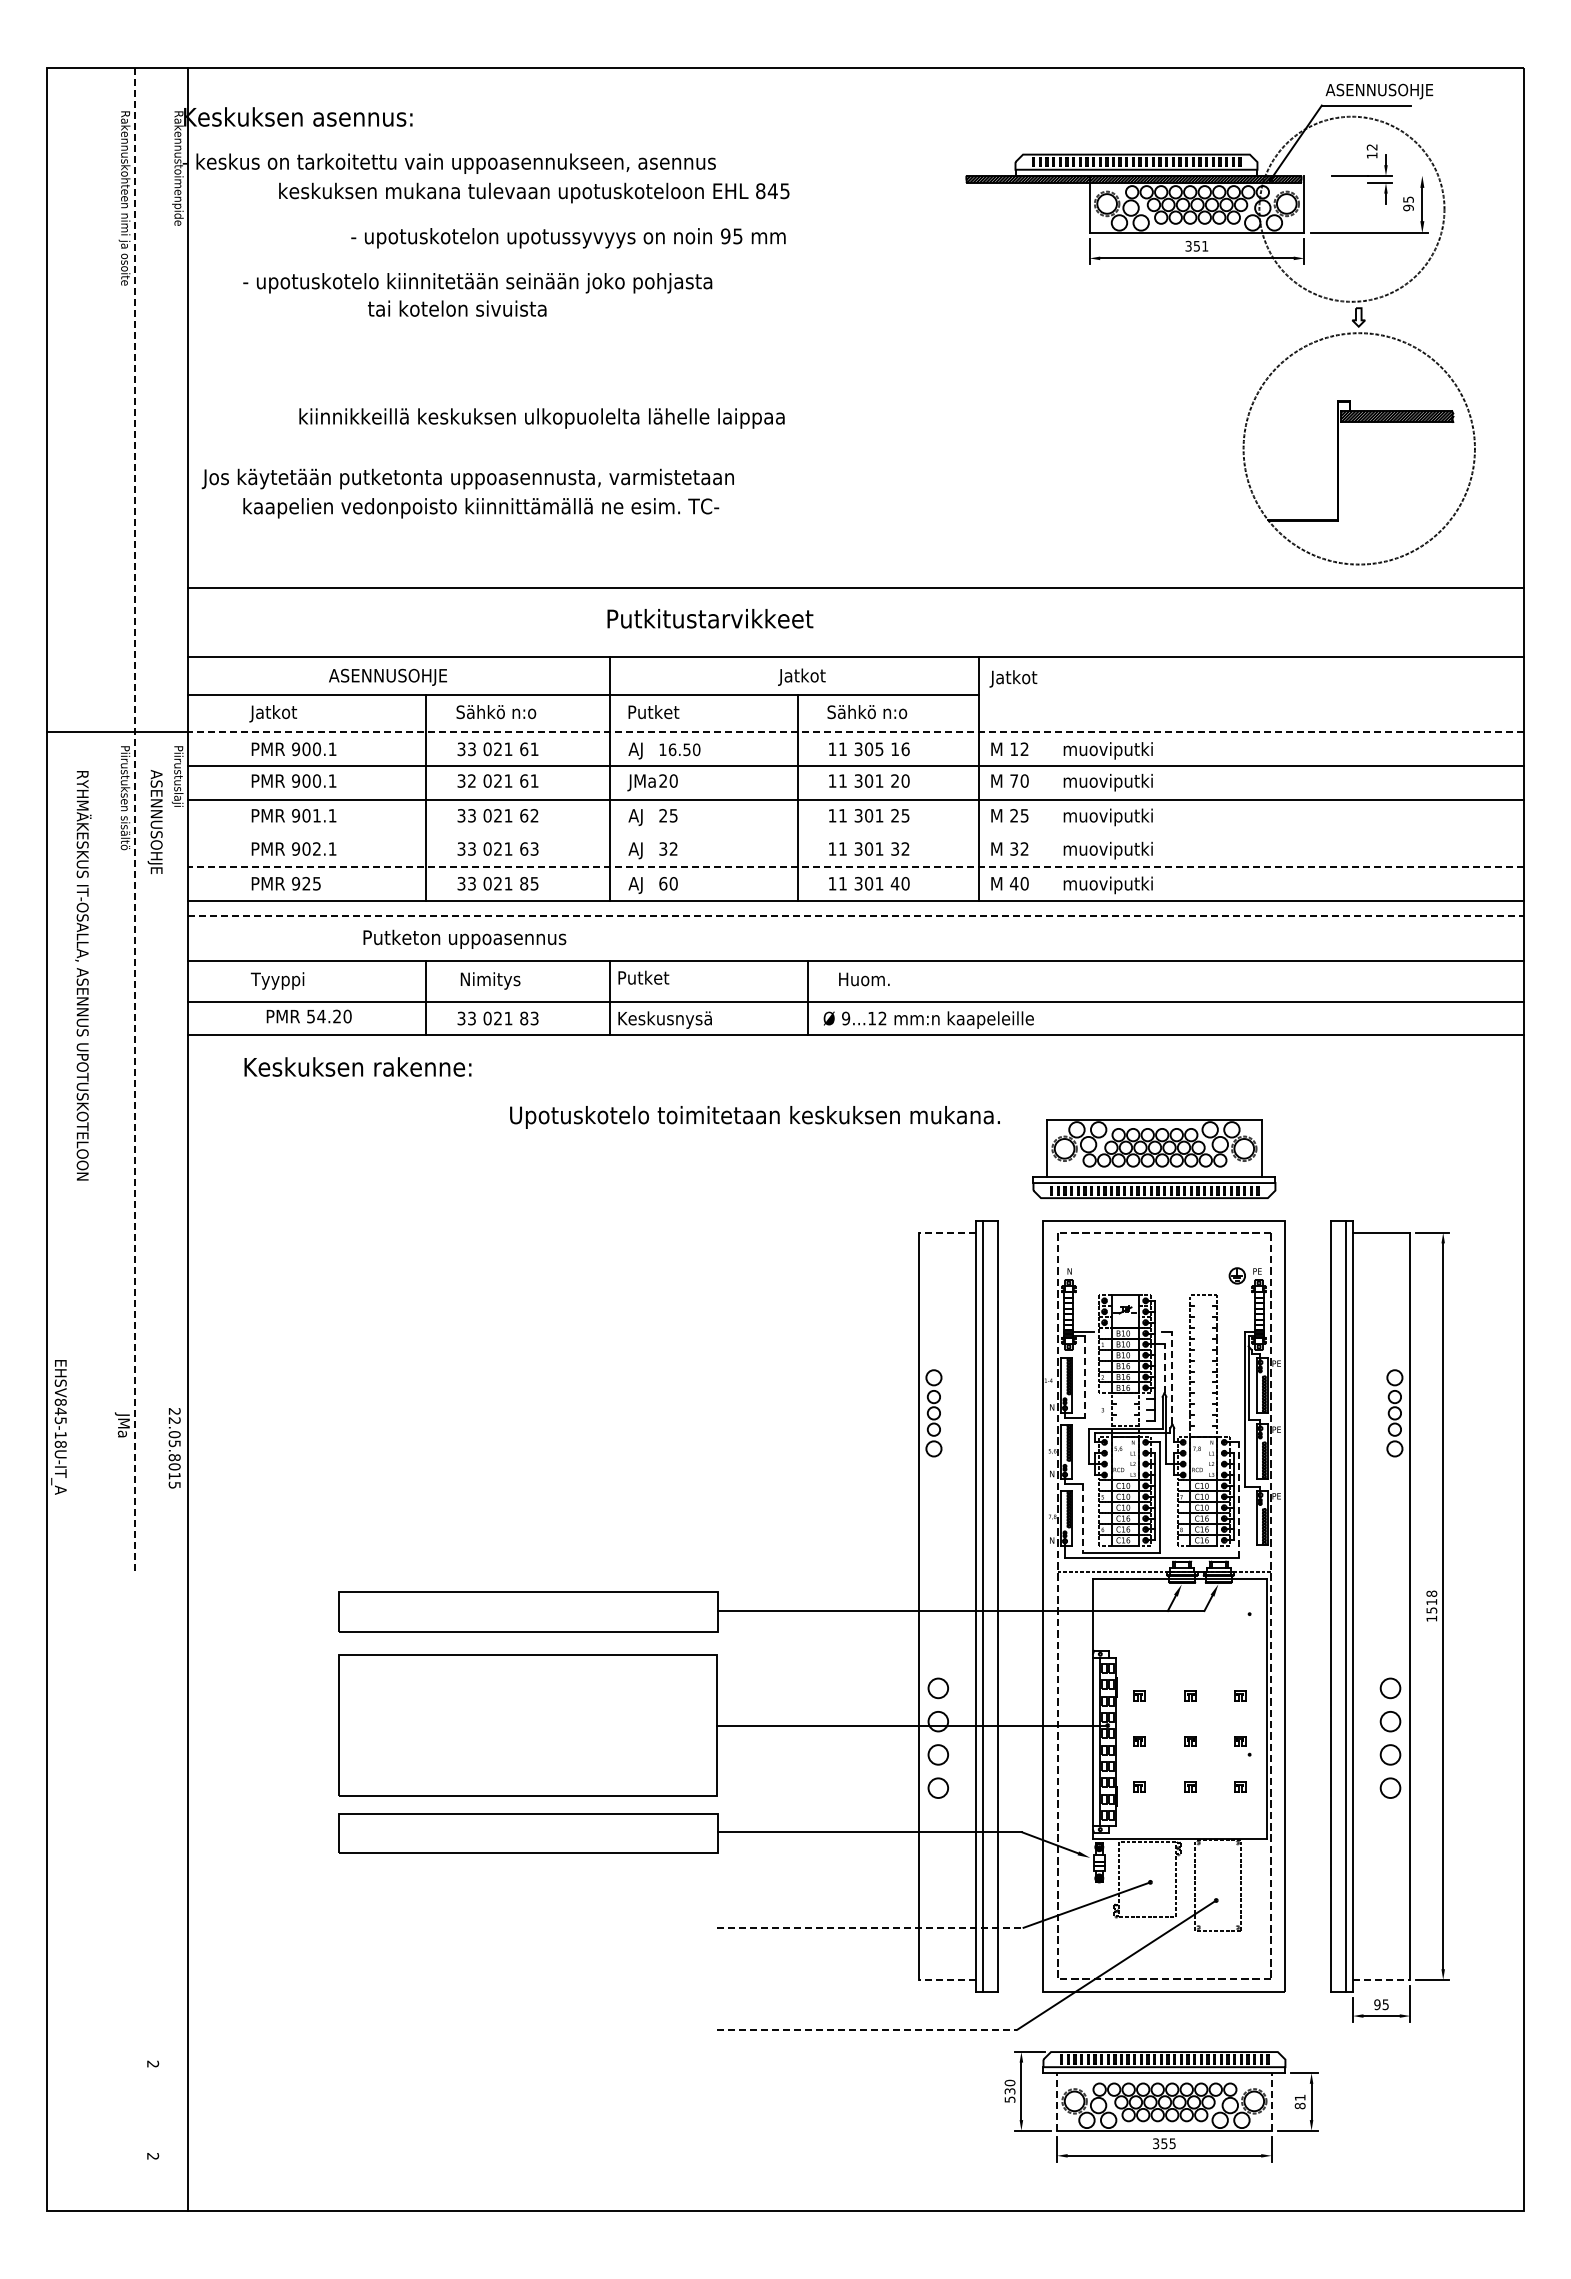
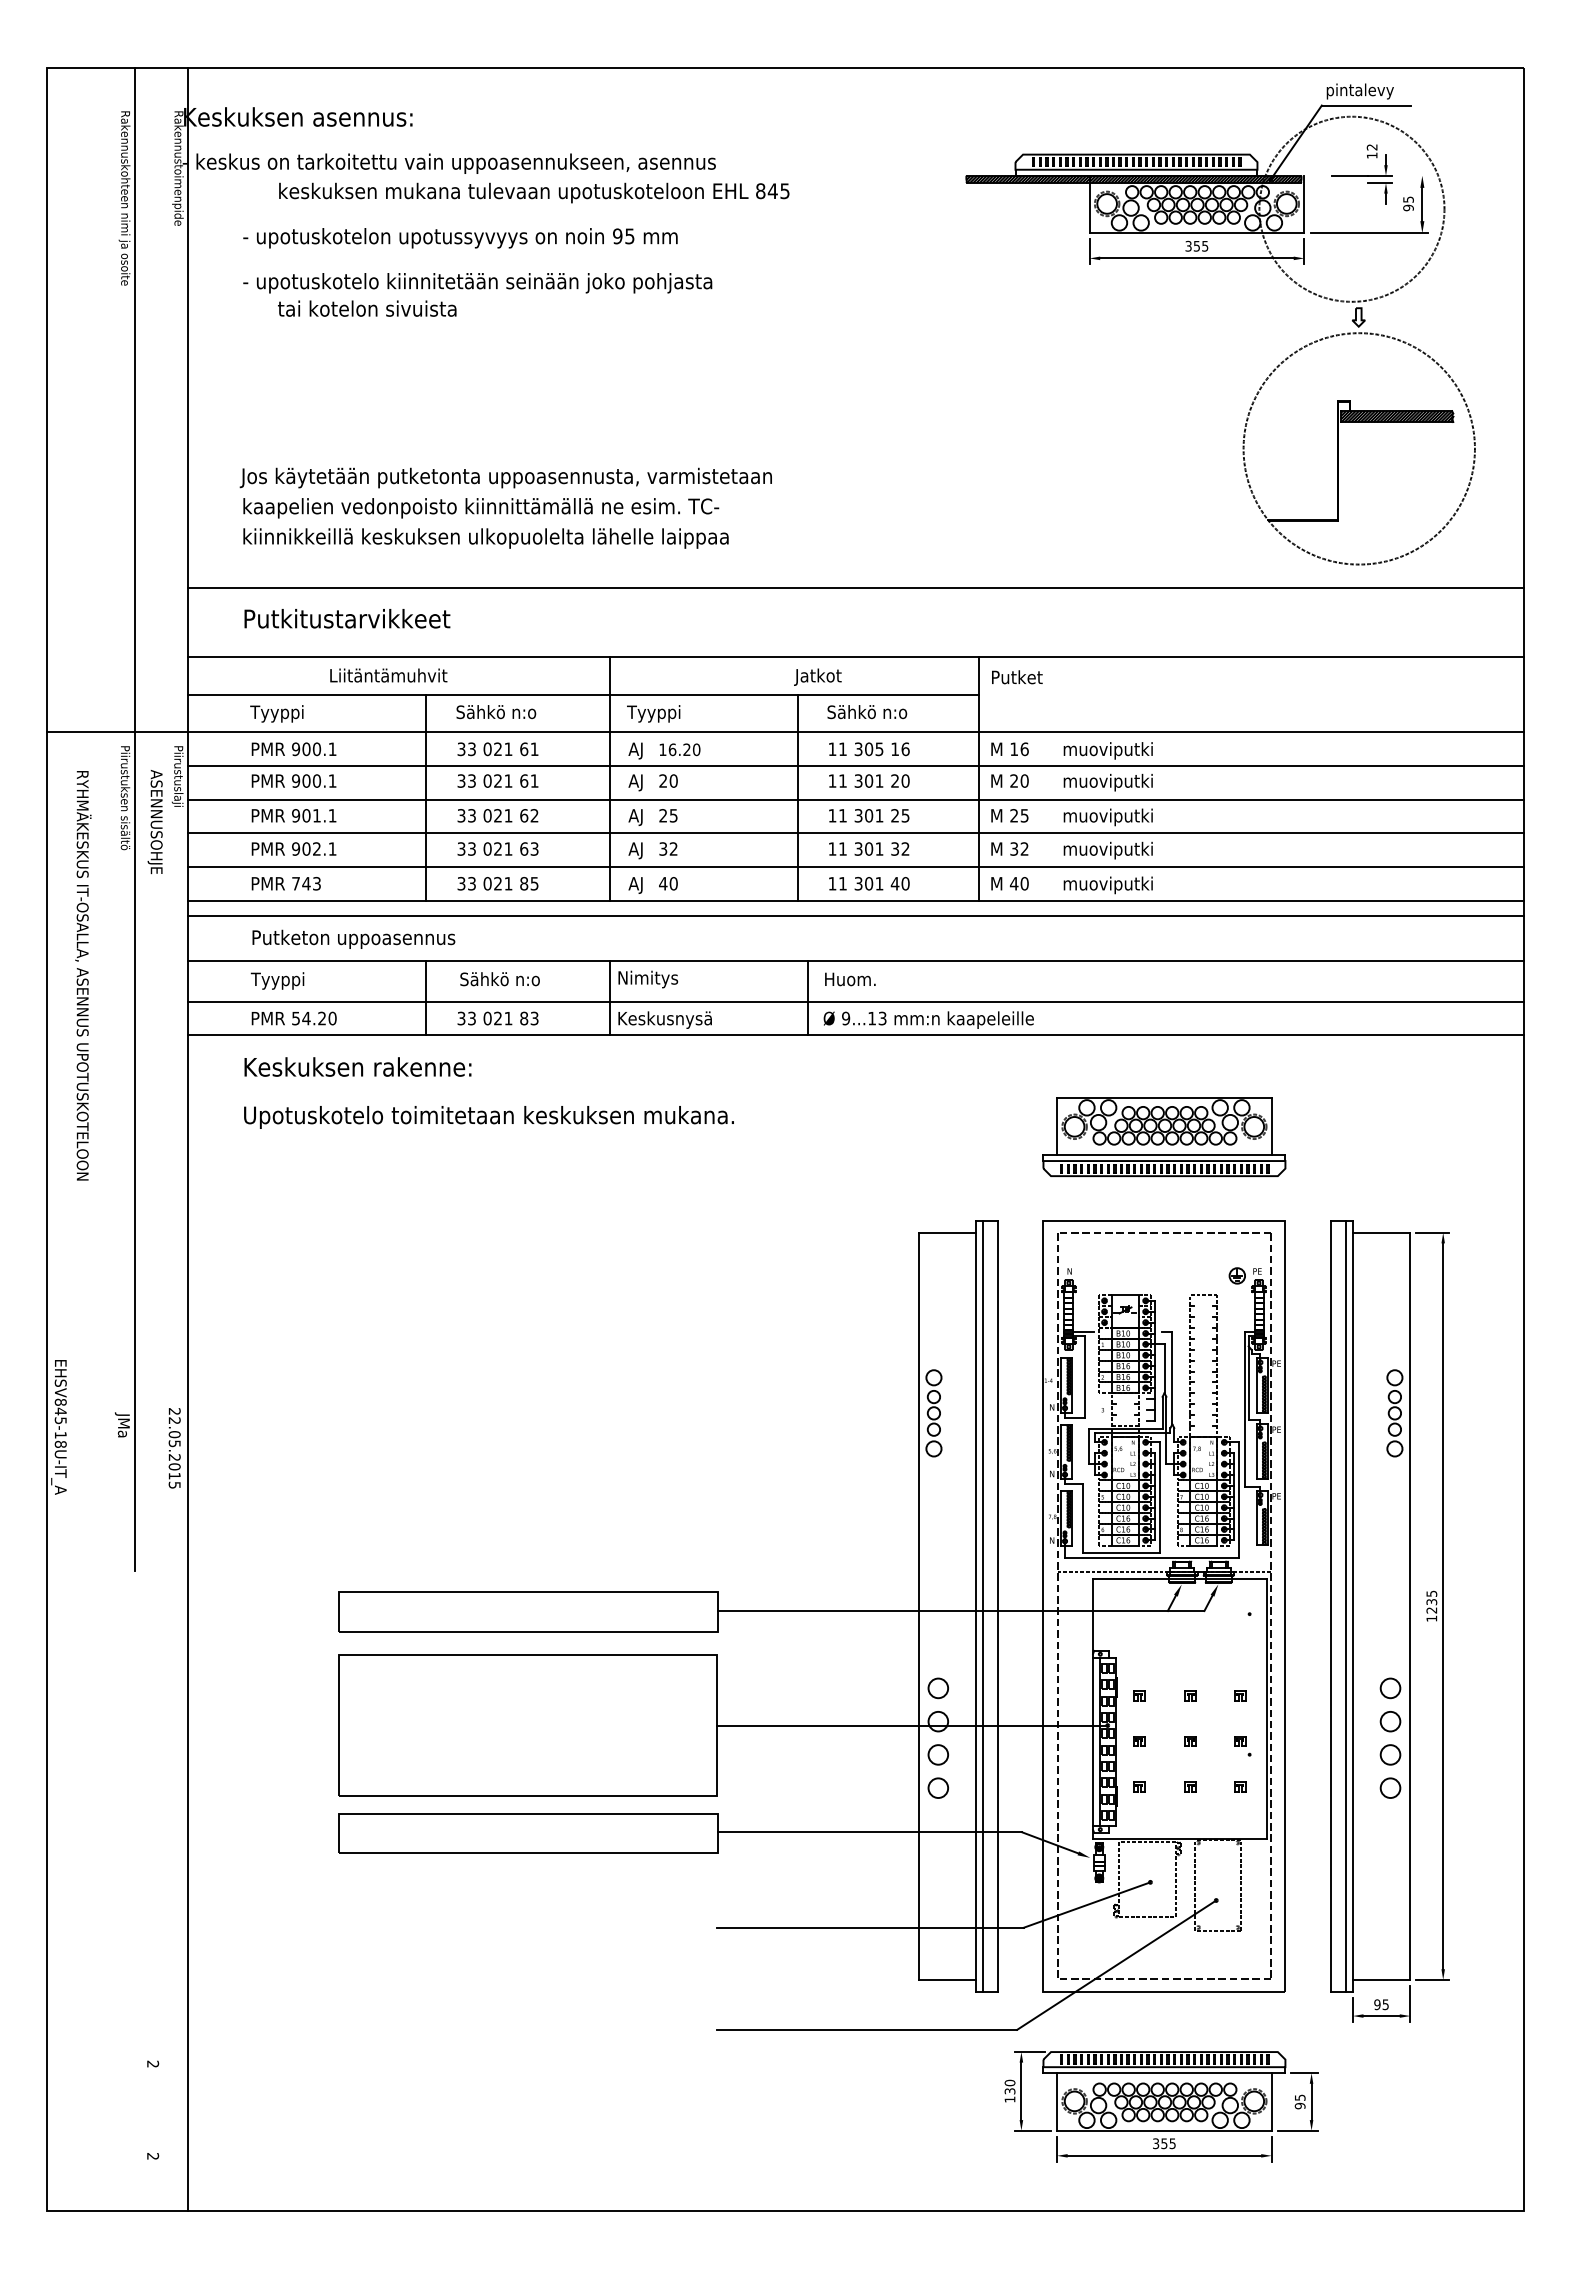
text at (1379, 91): ASENNUSOHJE -> pintalevy
text at (568, 238) position: (568, 238) -> (460, 238)
text at (1205, 246): 351 -> 355
text at (457, 308) position: (457, 308) -> (367, 308)
text at (541, 418) position: (541, 418) -> (485, 538)
text at (467, 478) position: (467, 478) -> (505, 477)
text at (710, 618) position: (710, 618) -> (347, 618)
text at (388, 676): ASENNUSOHJE -> Liitäntämuhvit
text at (801, 676) position: (801, 676) -> (817, 676)
text at (1015, 678): Jatkot -> Putket
text at (276, 713): Jatkot -> Tyyppi
text at (653, 713): Putket -> Tyyppi
line at (855, 732): dashed -> solid
text at (686, 749): 16.50 -> 16.20
text at (1024, 749): 12 -> 16
text at (471, 780): 32 -> 33
text at (1013, 780): 70 -> 20
text at (641, 782): JMa -> AJ
line at (134, 820): dashed -> solid
line at (855, 833): none -> present
line at (855, 866): dashed -> solid
text at (306, 883): 925 -> 743
text at (663, 883): 60 -> 40
line at (856, 915): dashed -> solid
text at (464, 938) position: (464, 938) -> (353, 938)
text at (649, 979): Putket -> Nimitys
text at (864, 979) position: (864, 979) -> (850, 979)
text at (499, 980): Nimitys -> Sähkö n:o
text at (308, 1016) position: (308, 1016) -> (293, 1018)
text at (882, 1018): 9...12 -> 9...13
text at (754, 1117) position: (754, 1117) -> (488, 1117)
part at (1154, 1158) position: (1154, 1158) -> (1164, 1136)
line at (947, 1232): dashed -> solid
line at (1164, 1368): dashed -> solid
line at (1085, 1376): dashed -> solid
line at (1172, 1377): dashed -> solid
text at (174, 1457): 22.05.8015 -> 22.05.2015
line at (1239, 1500): dashed -> solid
line at (1082, 1518): dashed -> solid
text at (1431, 1601): 1518 -> 1235
line at (870, 1927): dashed -> solid
line at (947, 1979): dashed -> solid
line at (1381, 1979): dashed -> solid
line at (867, 2029): dashed -> solid
text at (1009, 2099): 530 -> 130
line at (1057, 2101): dashed -> solid
line at (1271, 2101): dashed -> solid
text at (1300, 2101): 81 -> 95
